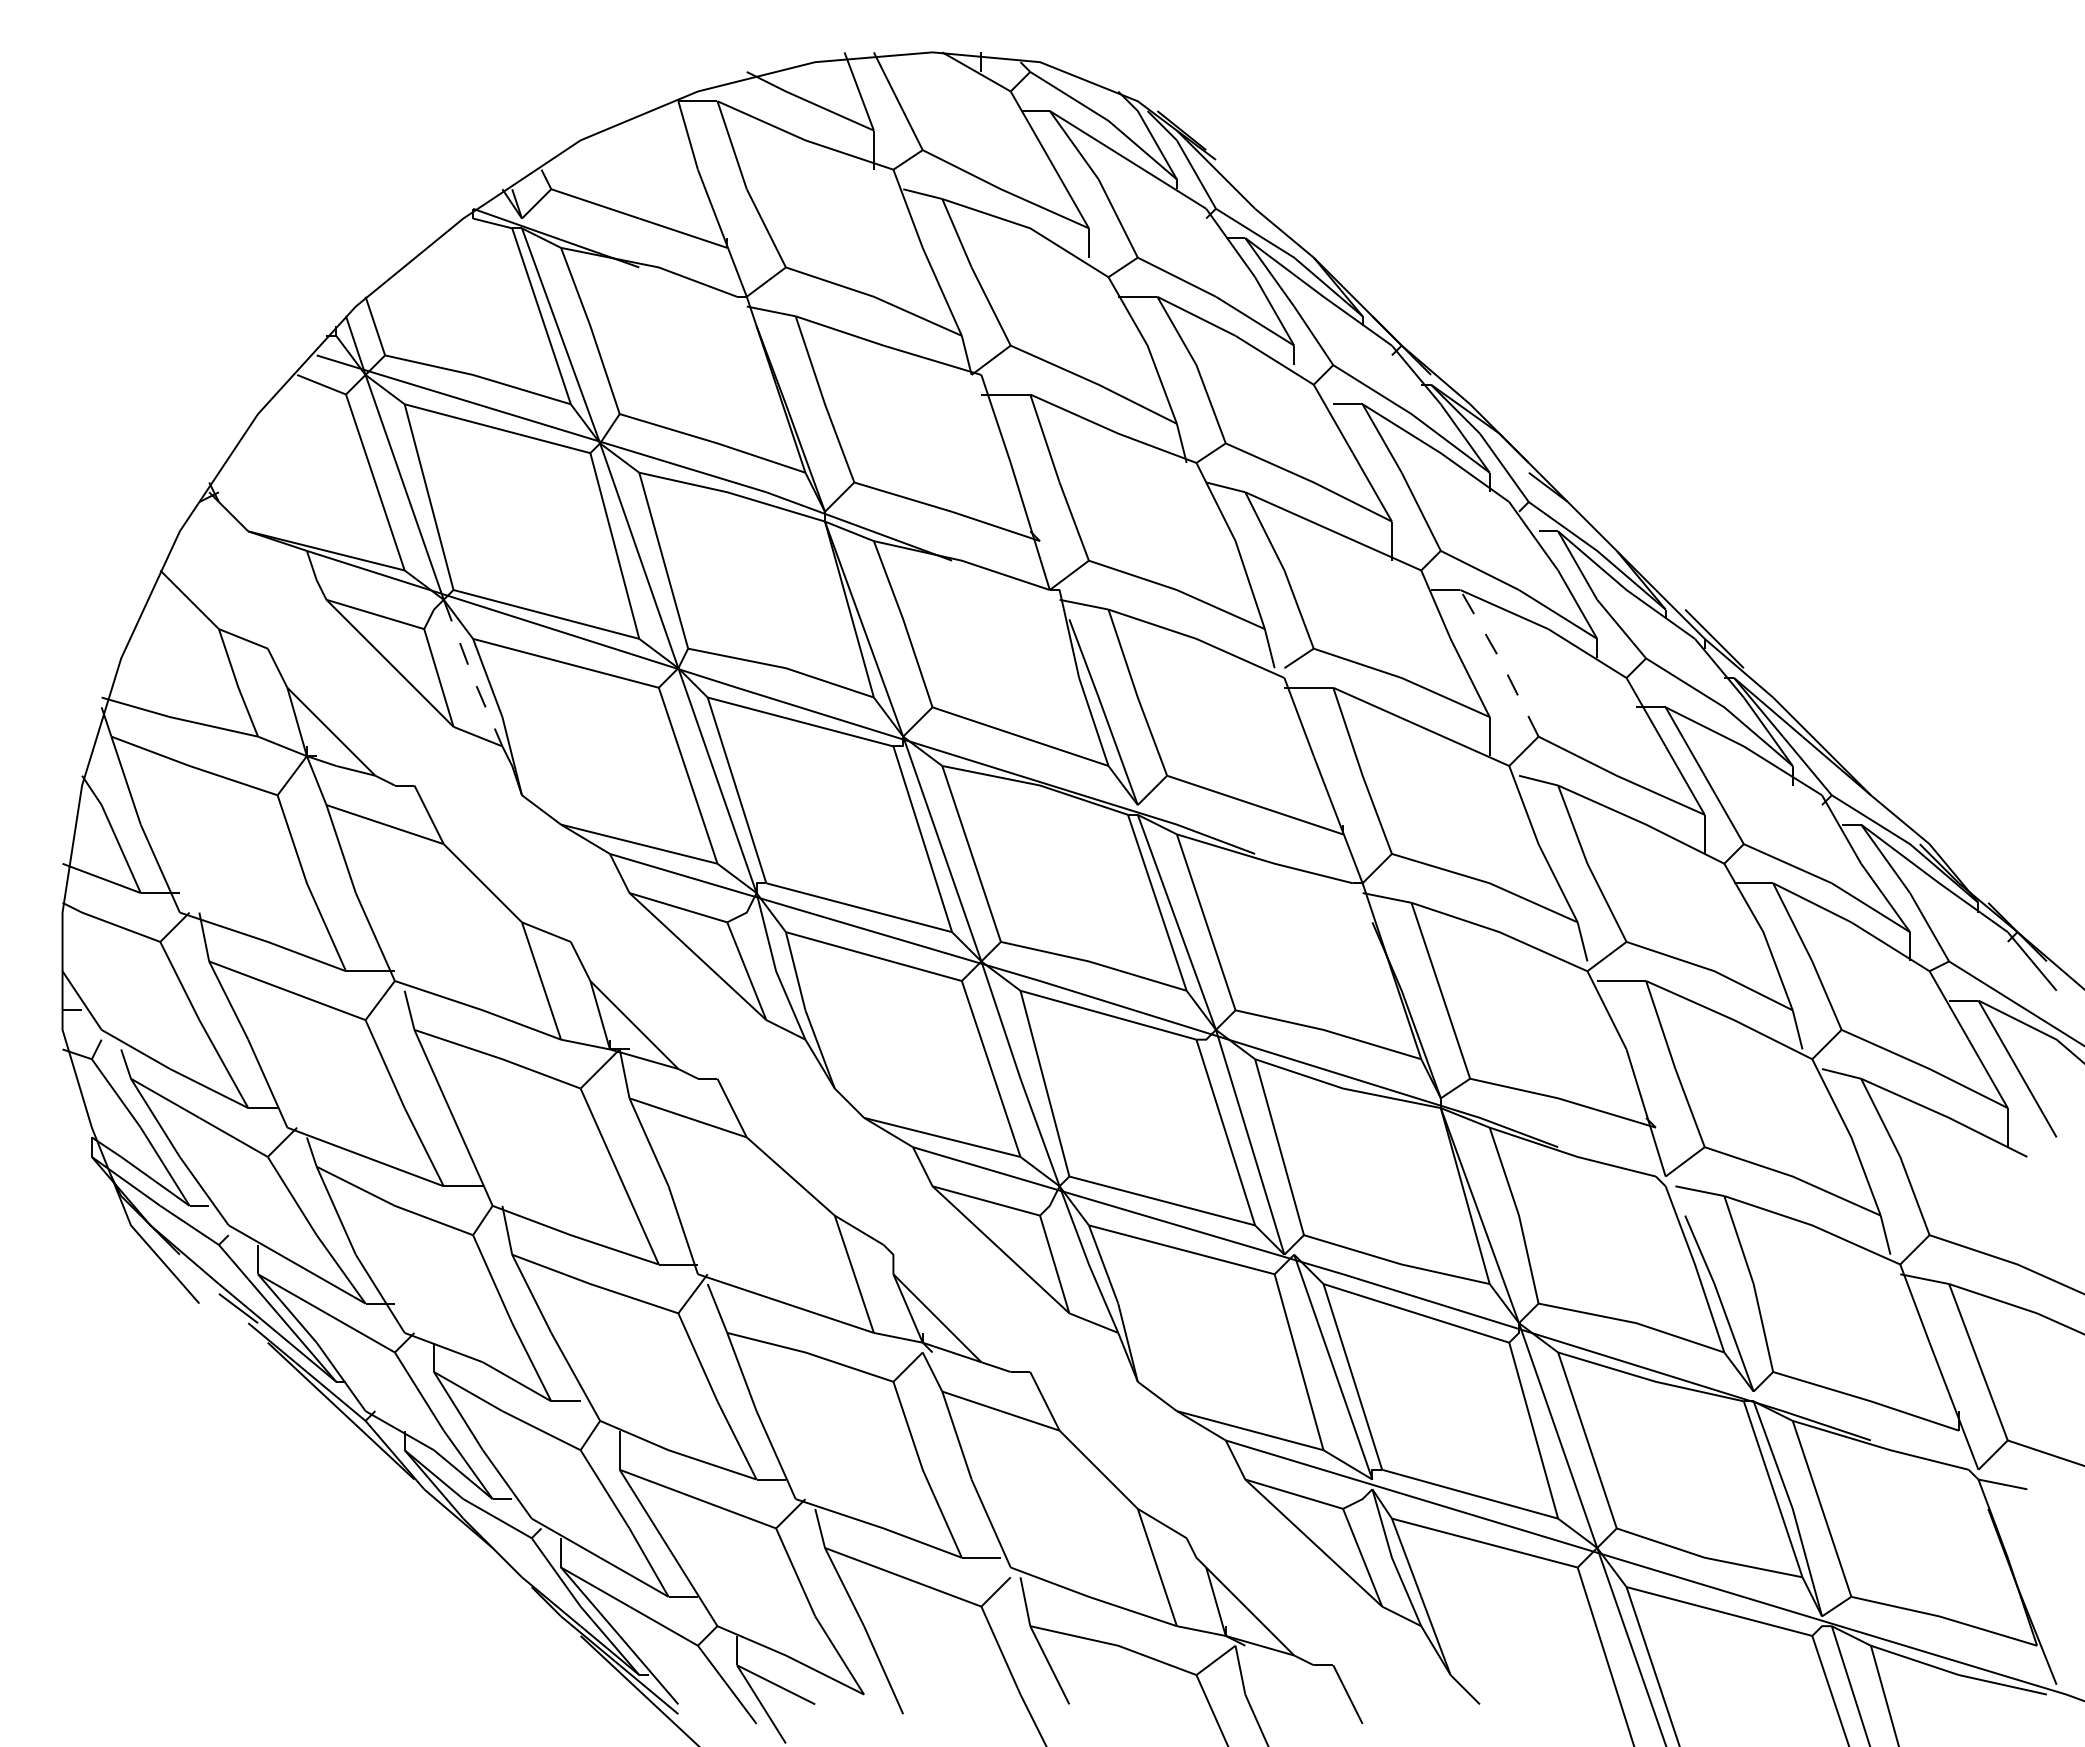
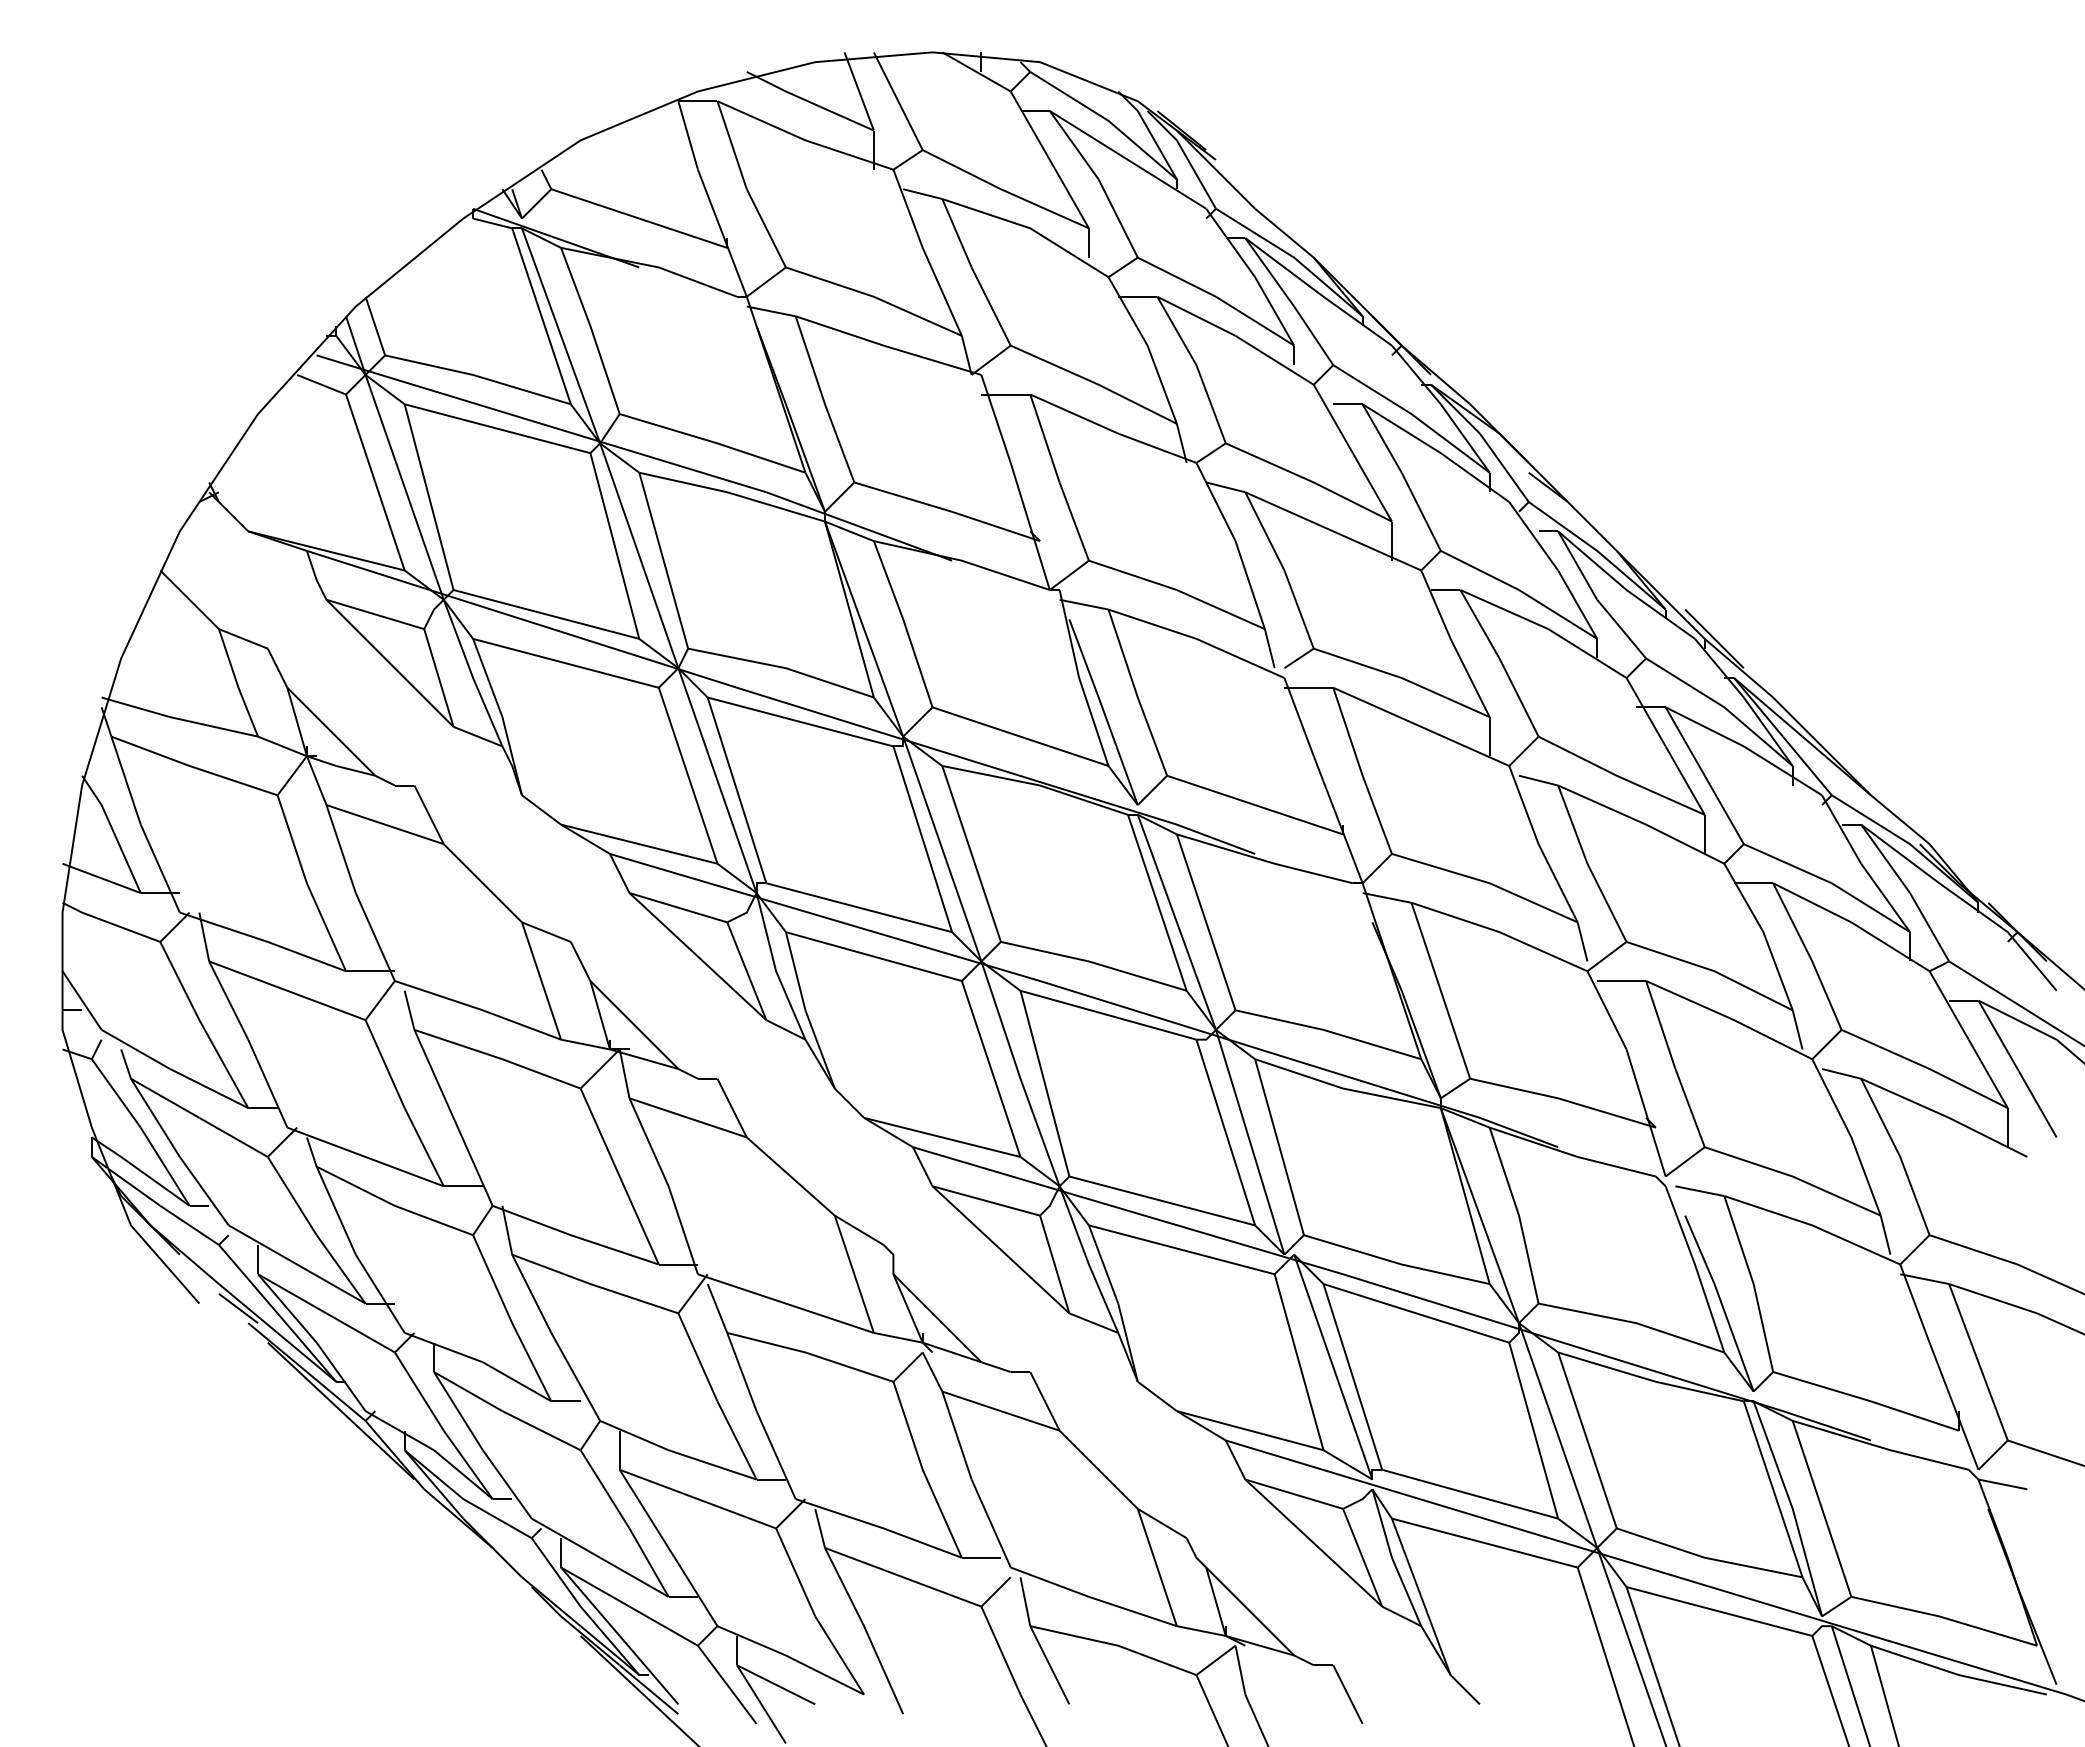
line at (1501, 662): dashed -> solid
line at (471, 674): dashed -> solid
